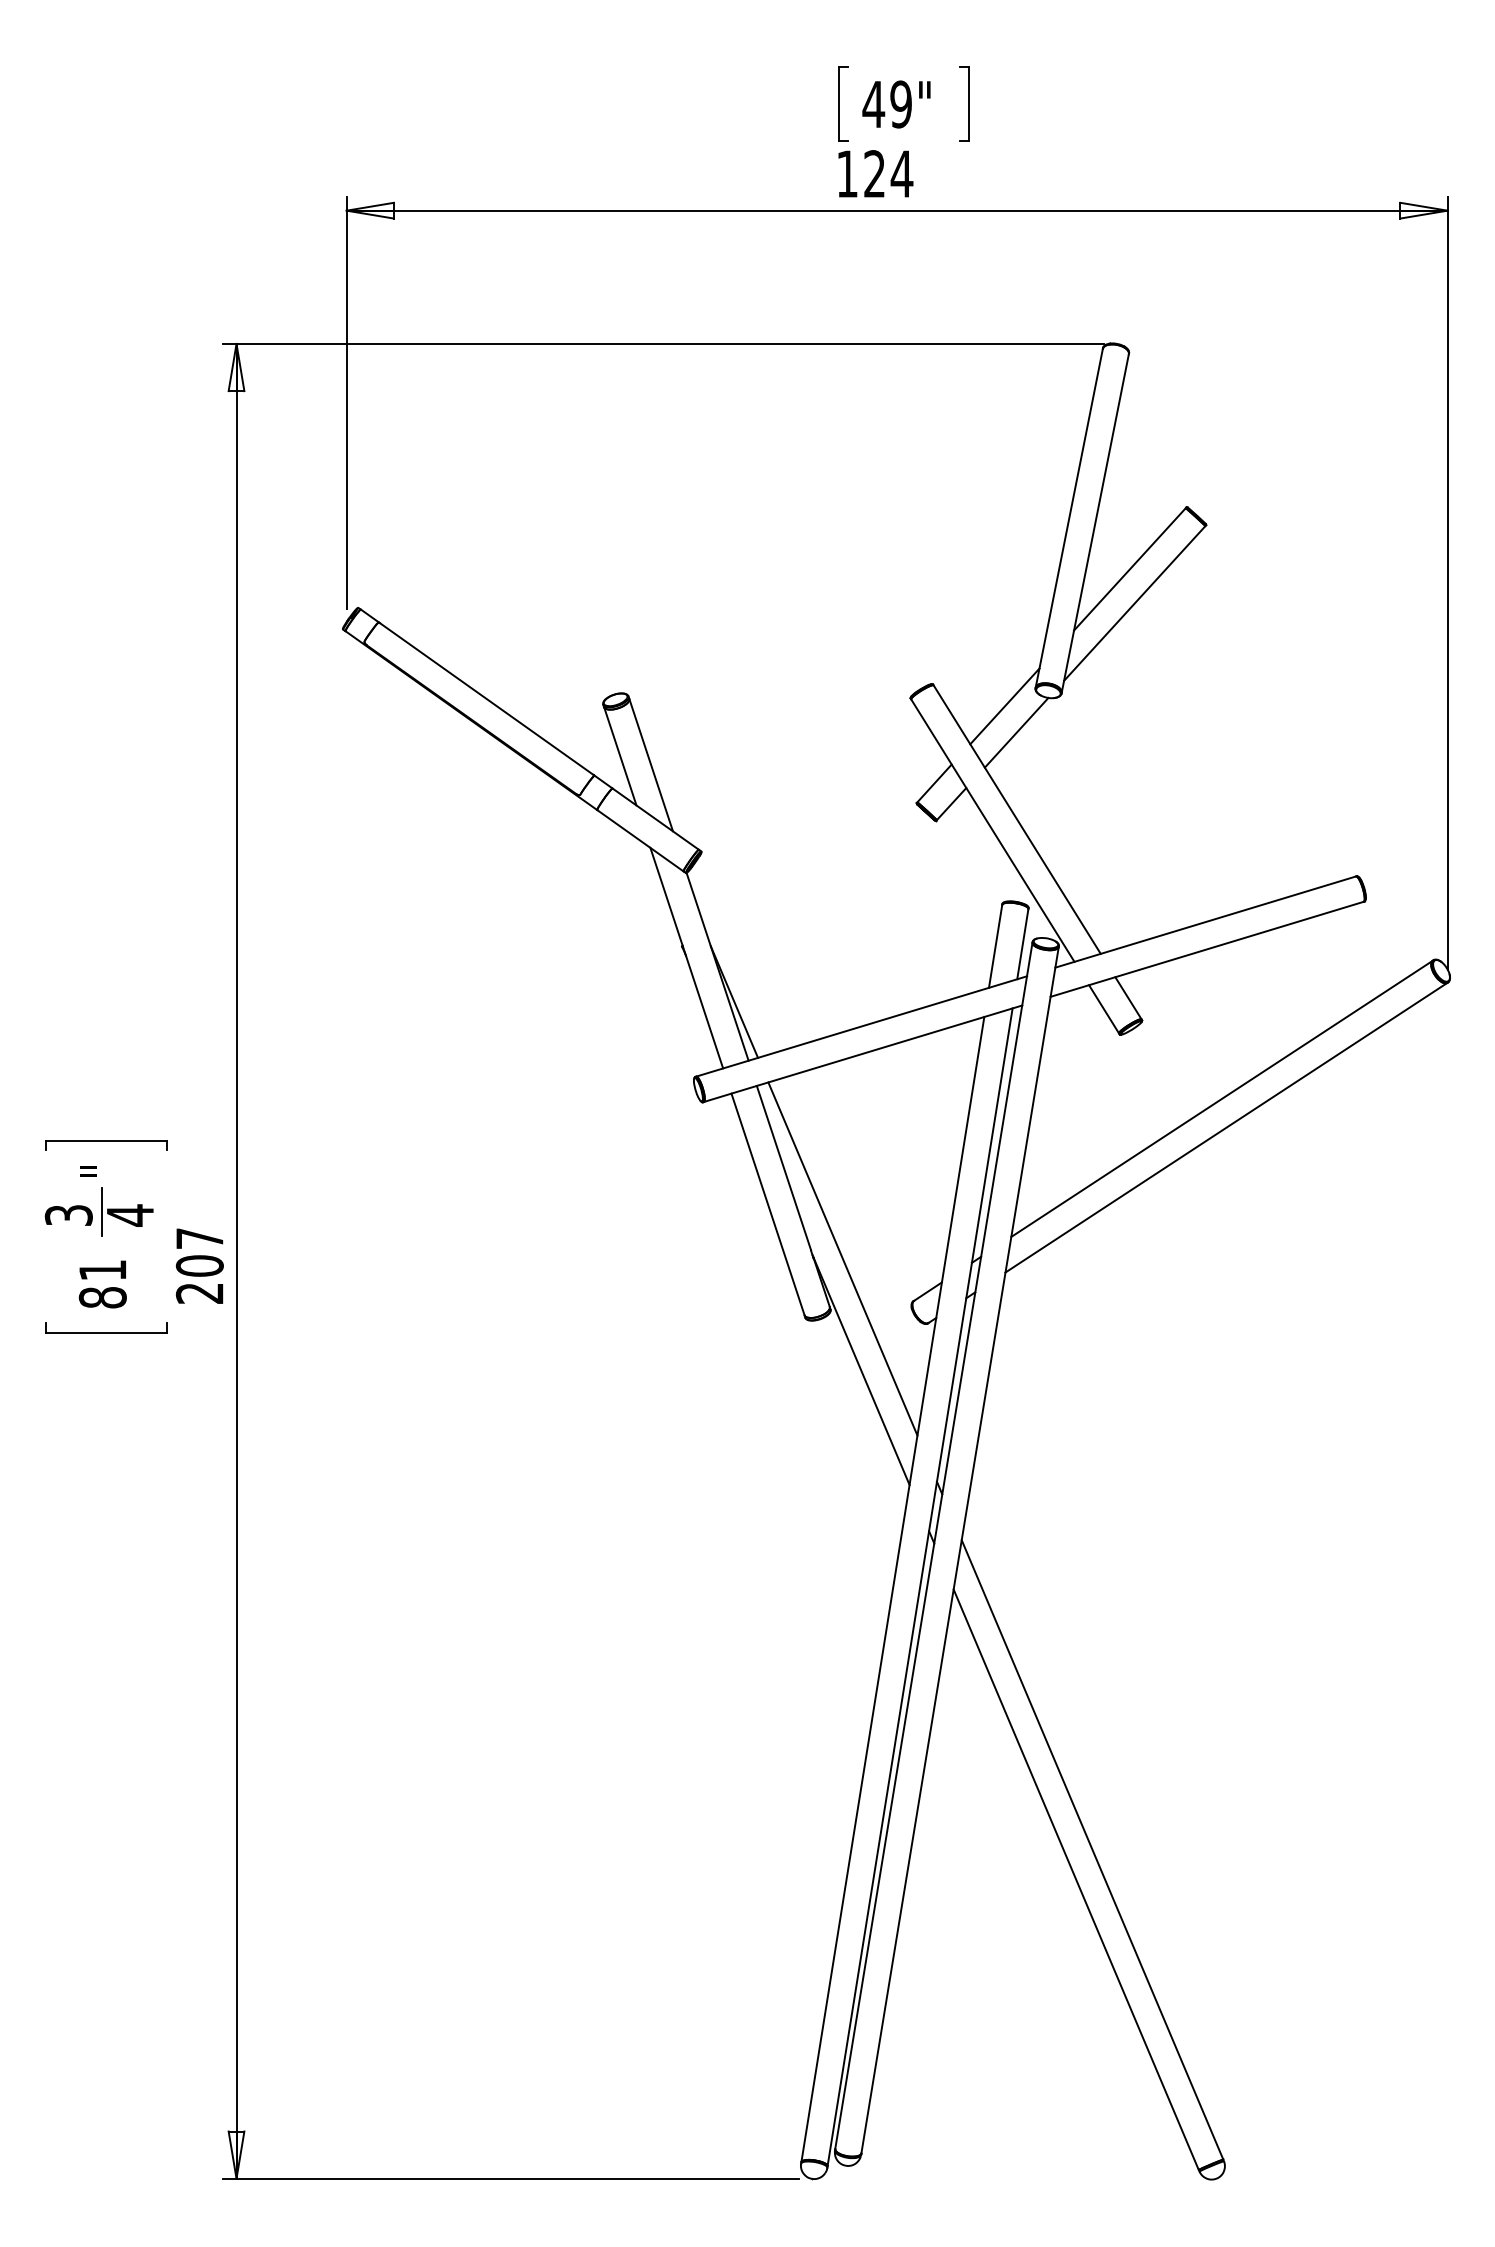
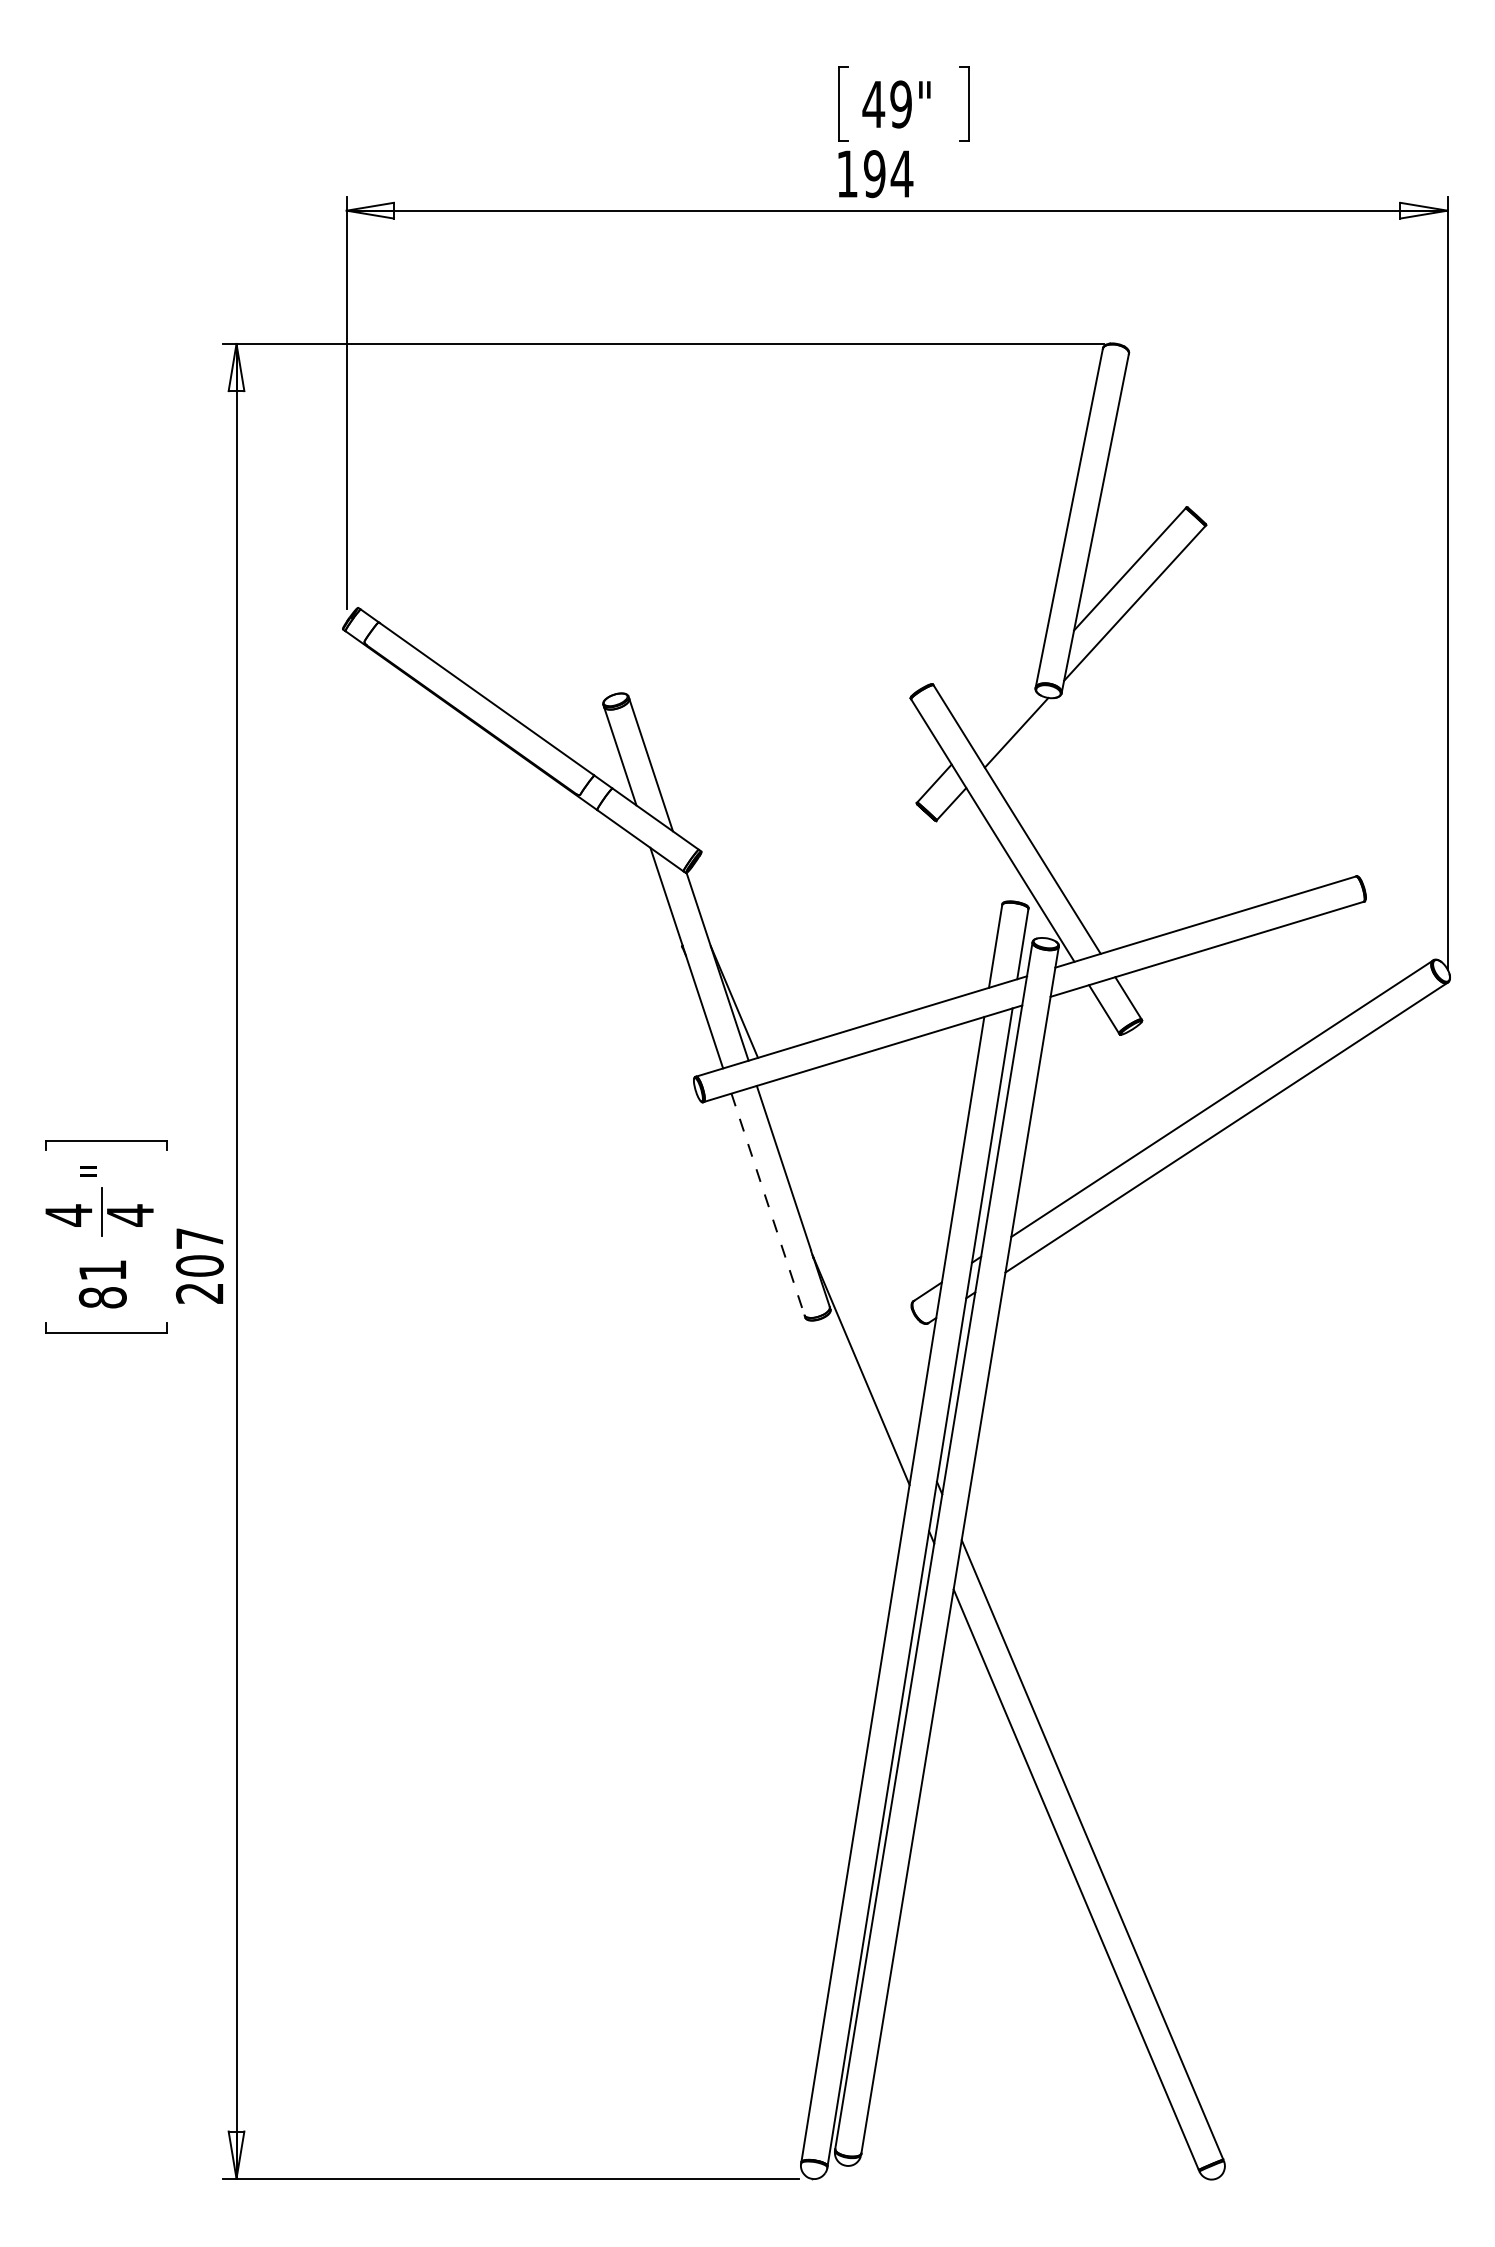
text at (874, 174): 124 -> 194
line at (1004, 706): present -> none
line at (768, 1204): solid -> dashed
text at (68, 1215): 3 -> 4
line at (842, 1258): present -> none
